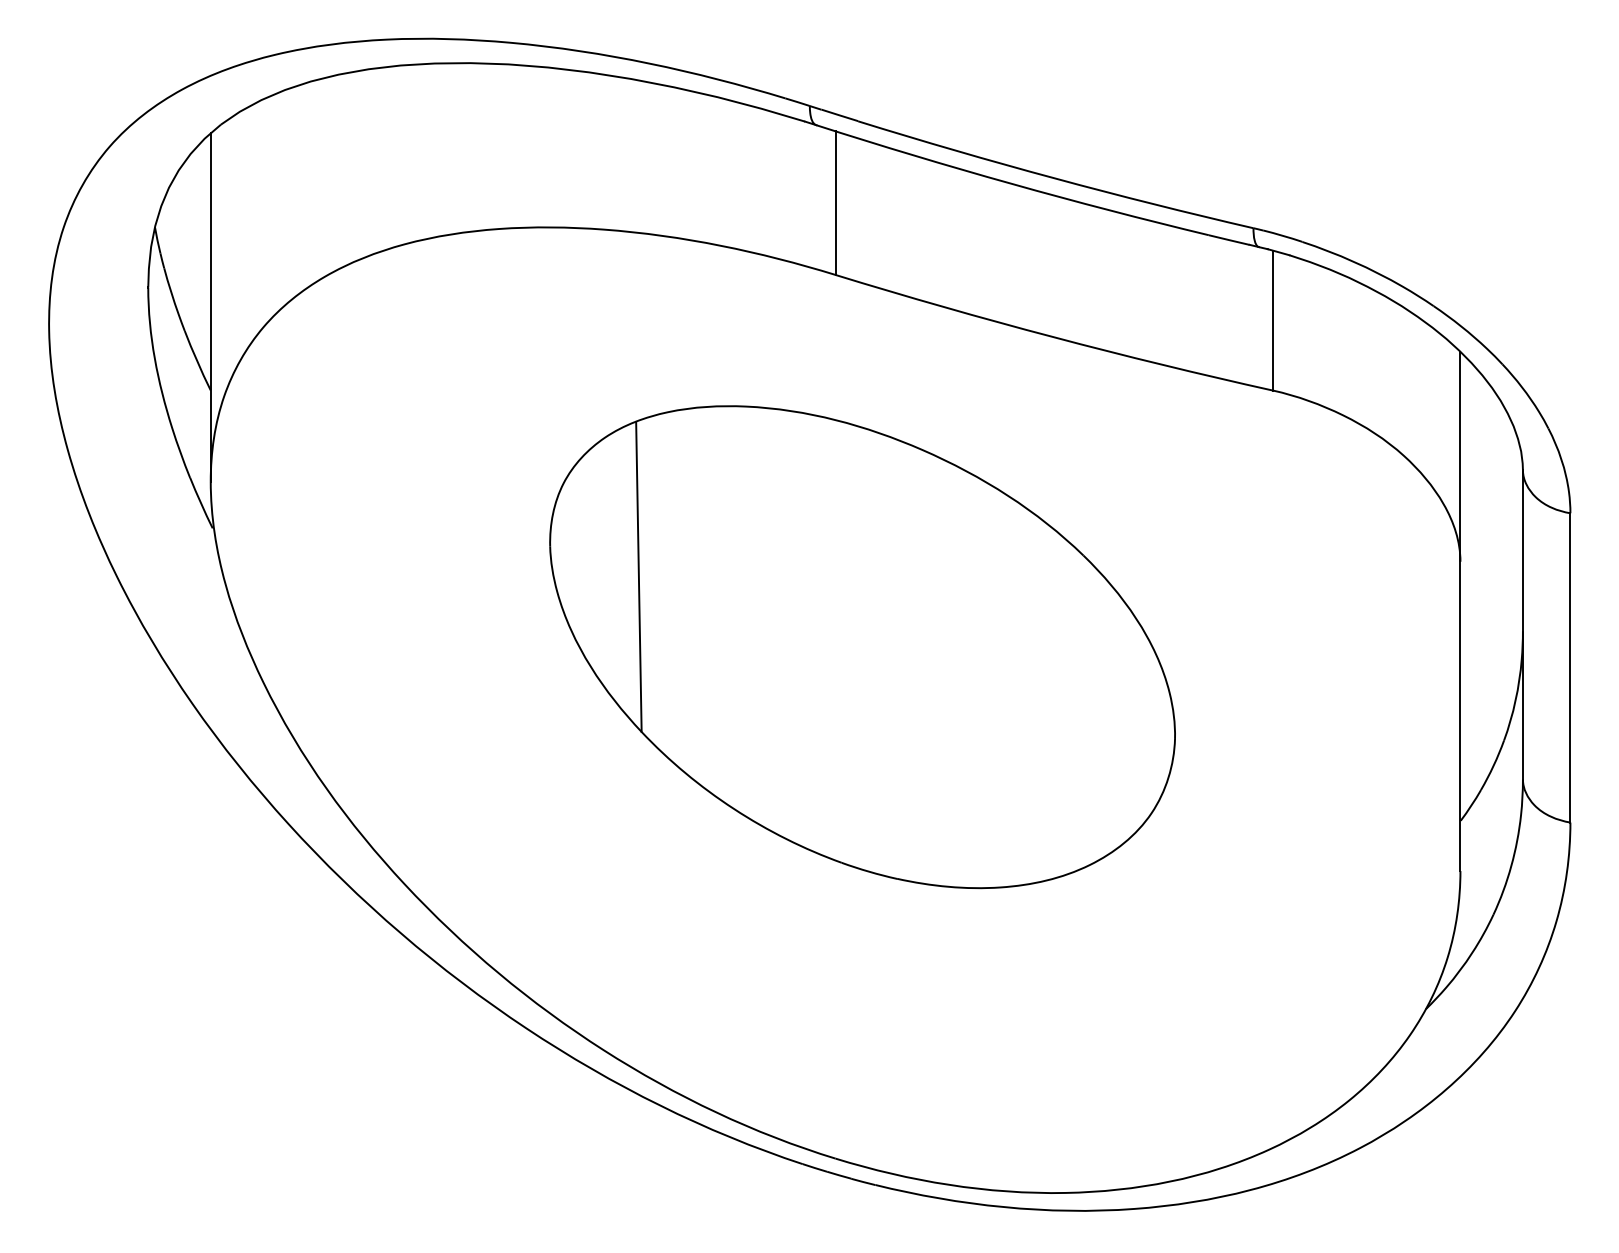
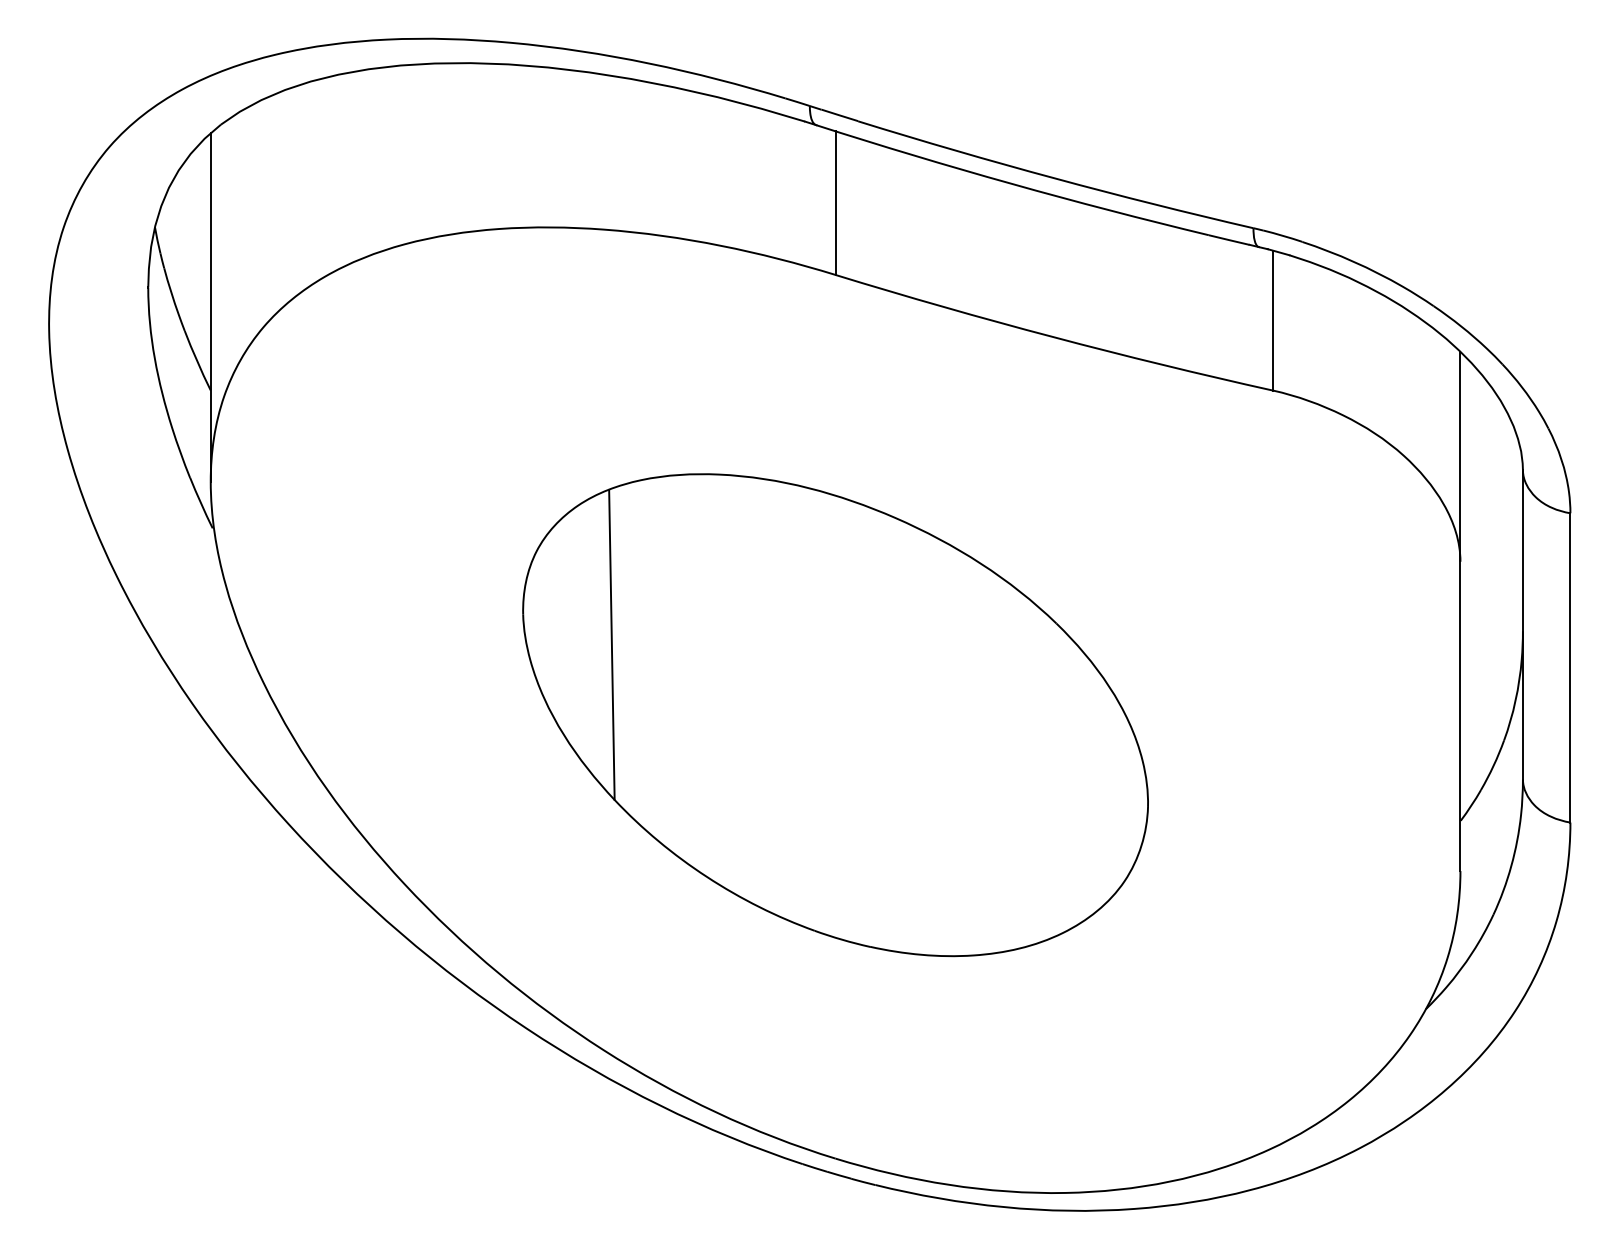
part at (862, 647) position: (862, 647) -> (835, 715)
